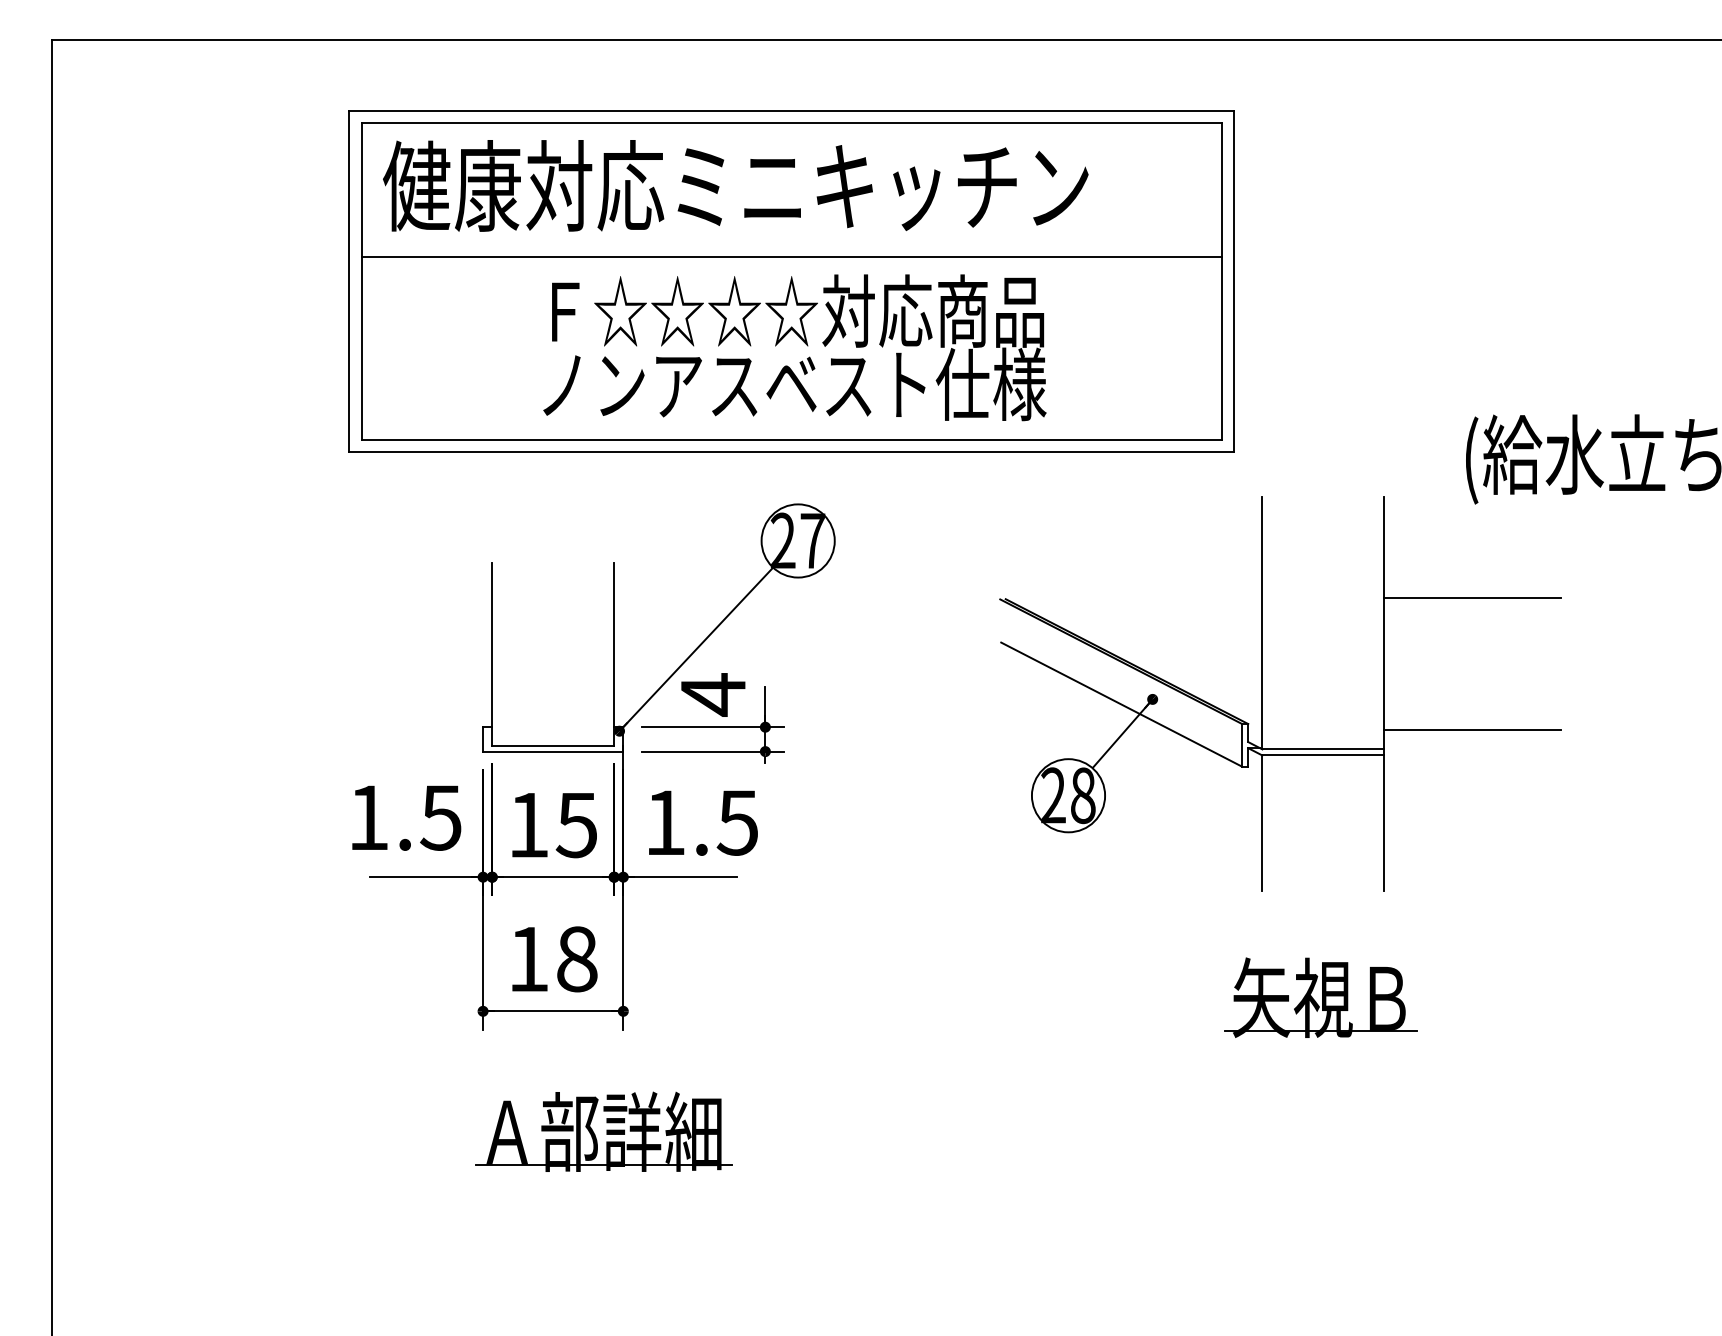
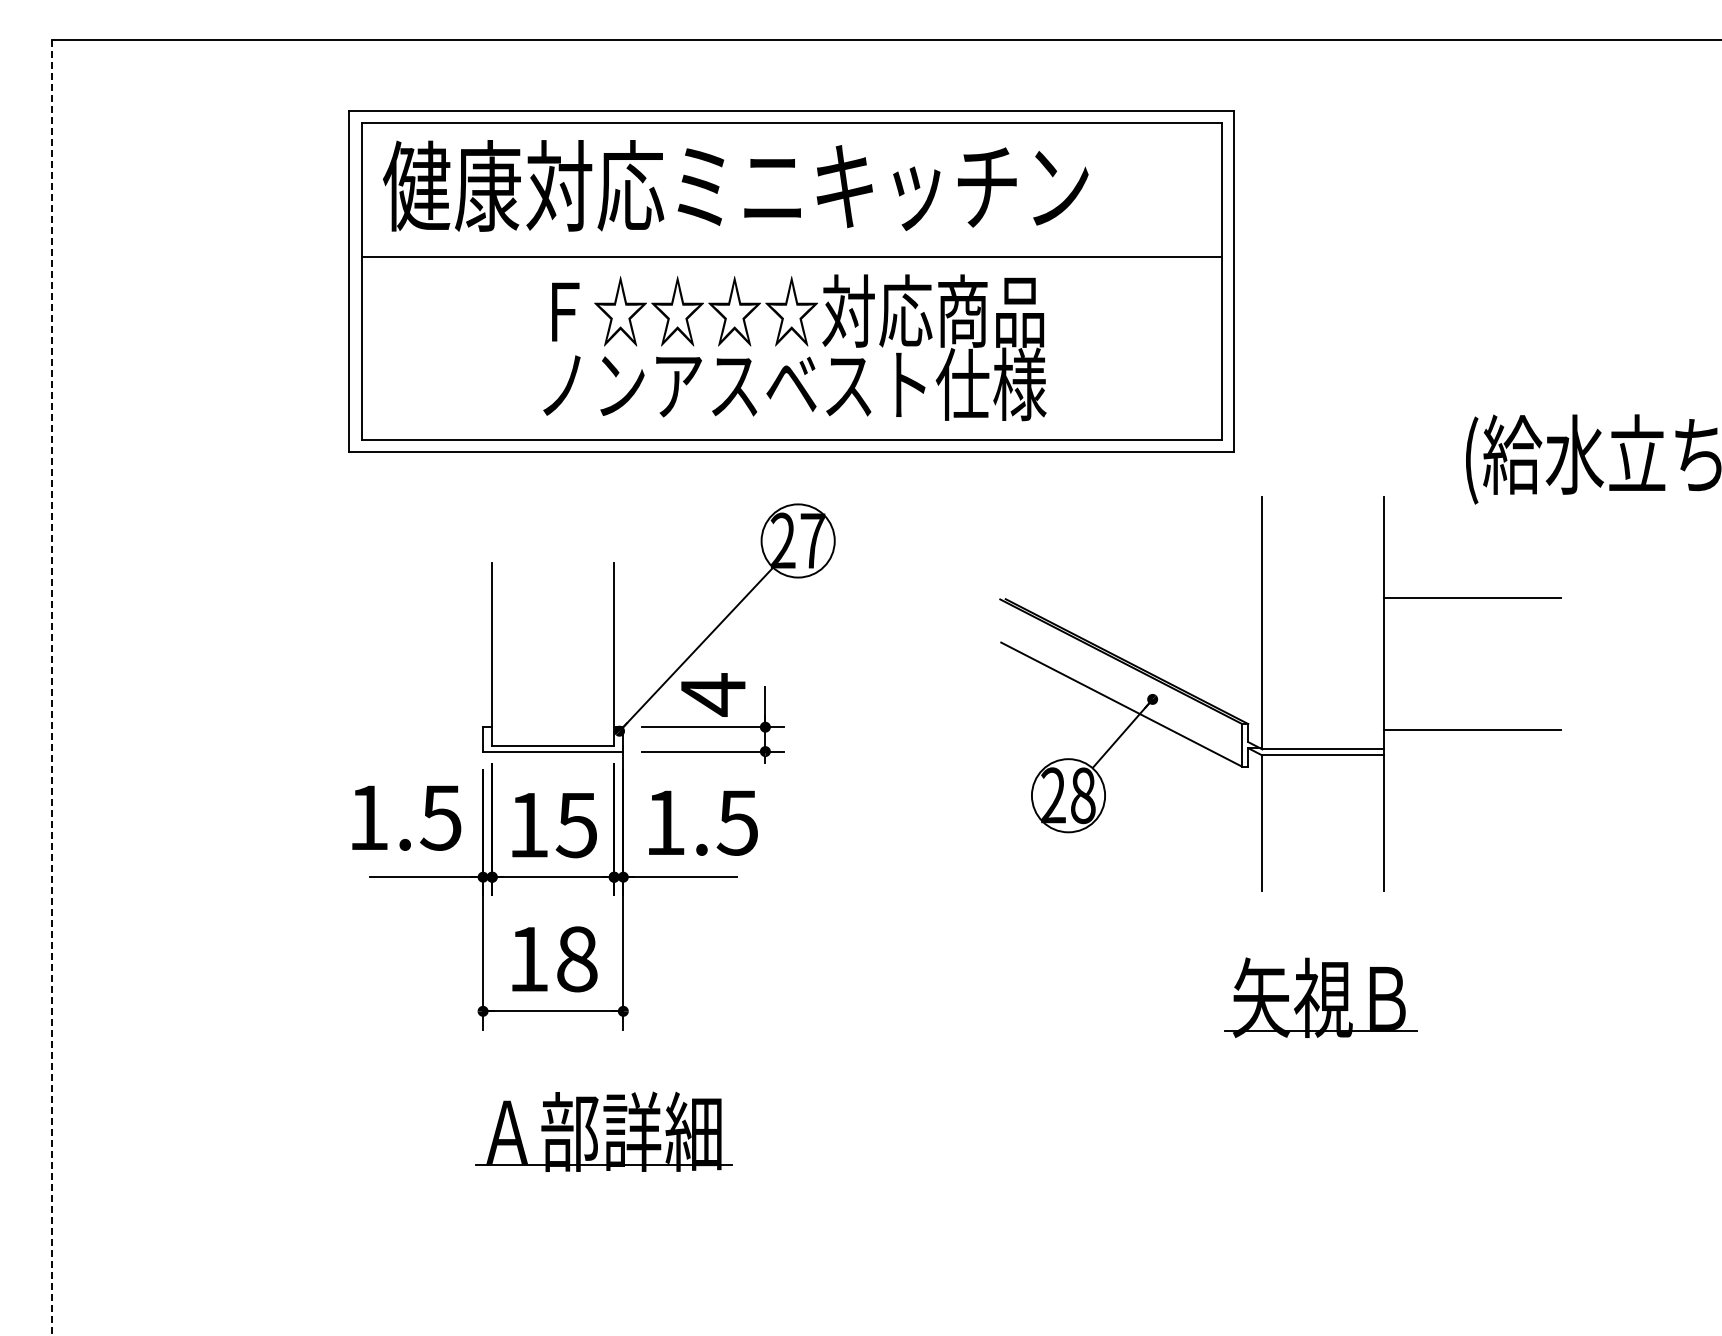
line at (51, 688): solid -> dashed
